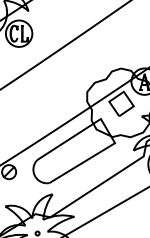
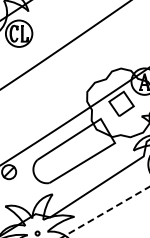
line at (105, 212): solid -> dashed
